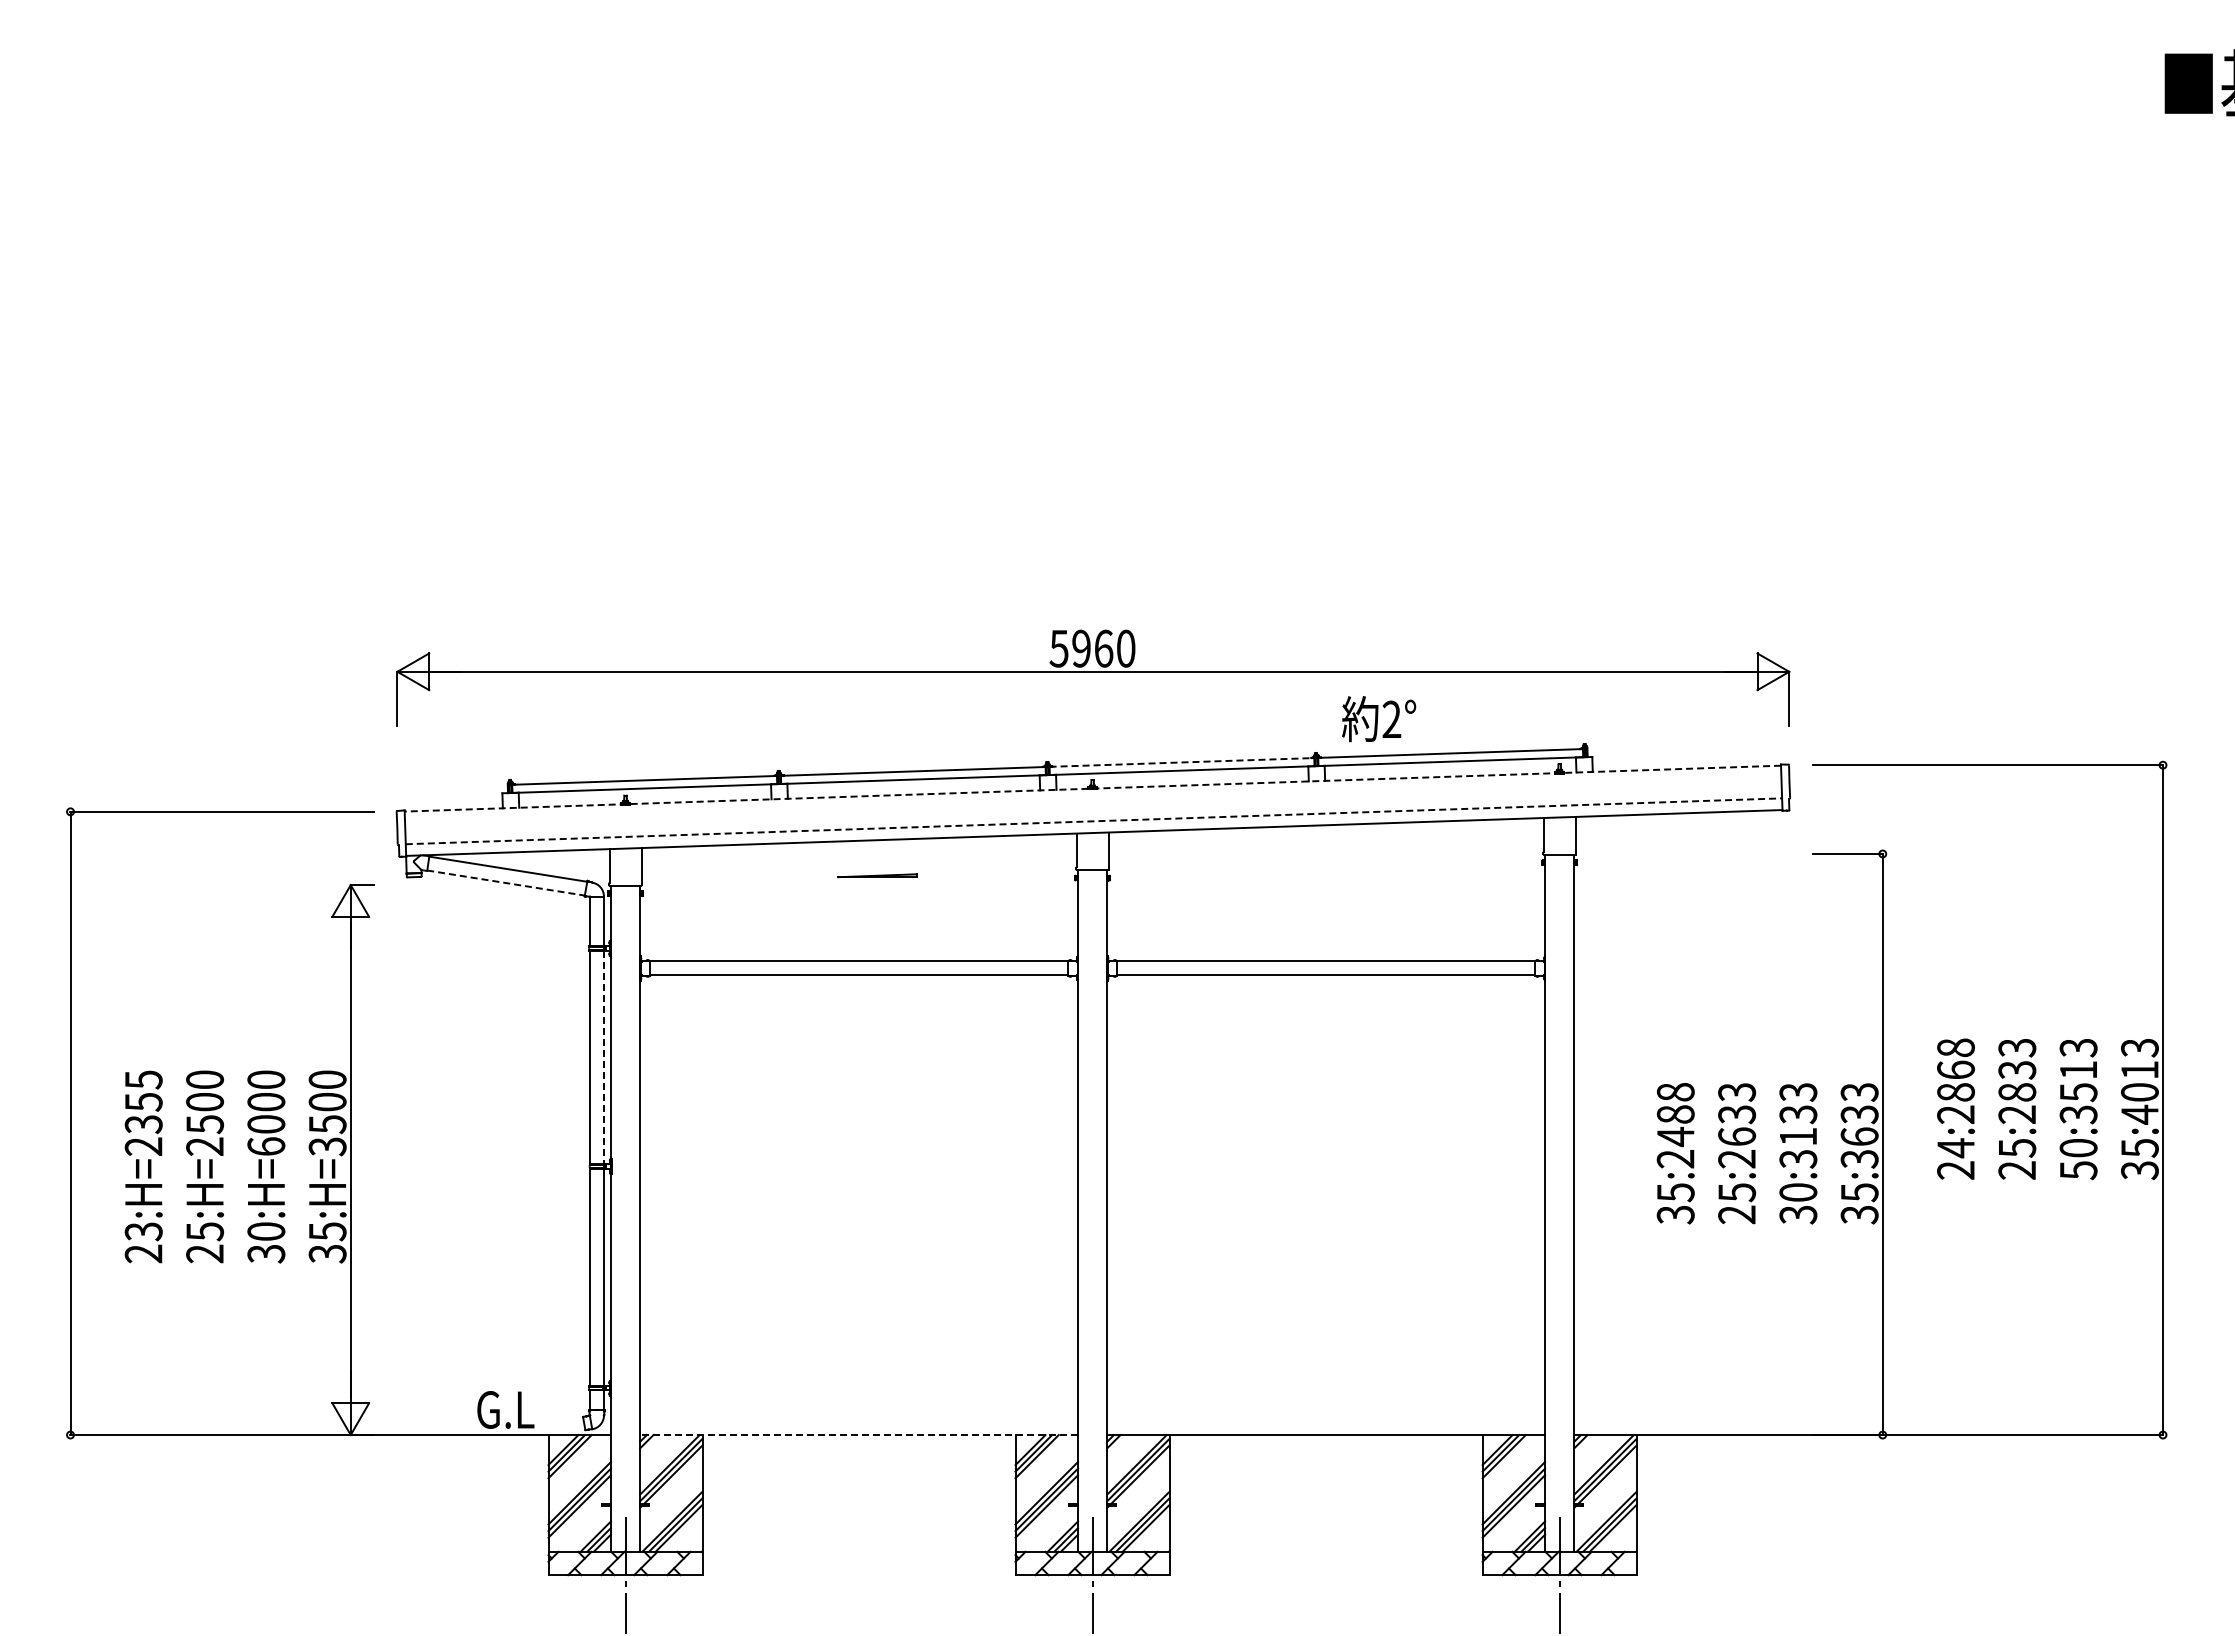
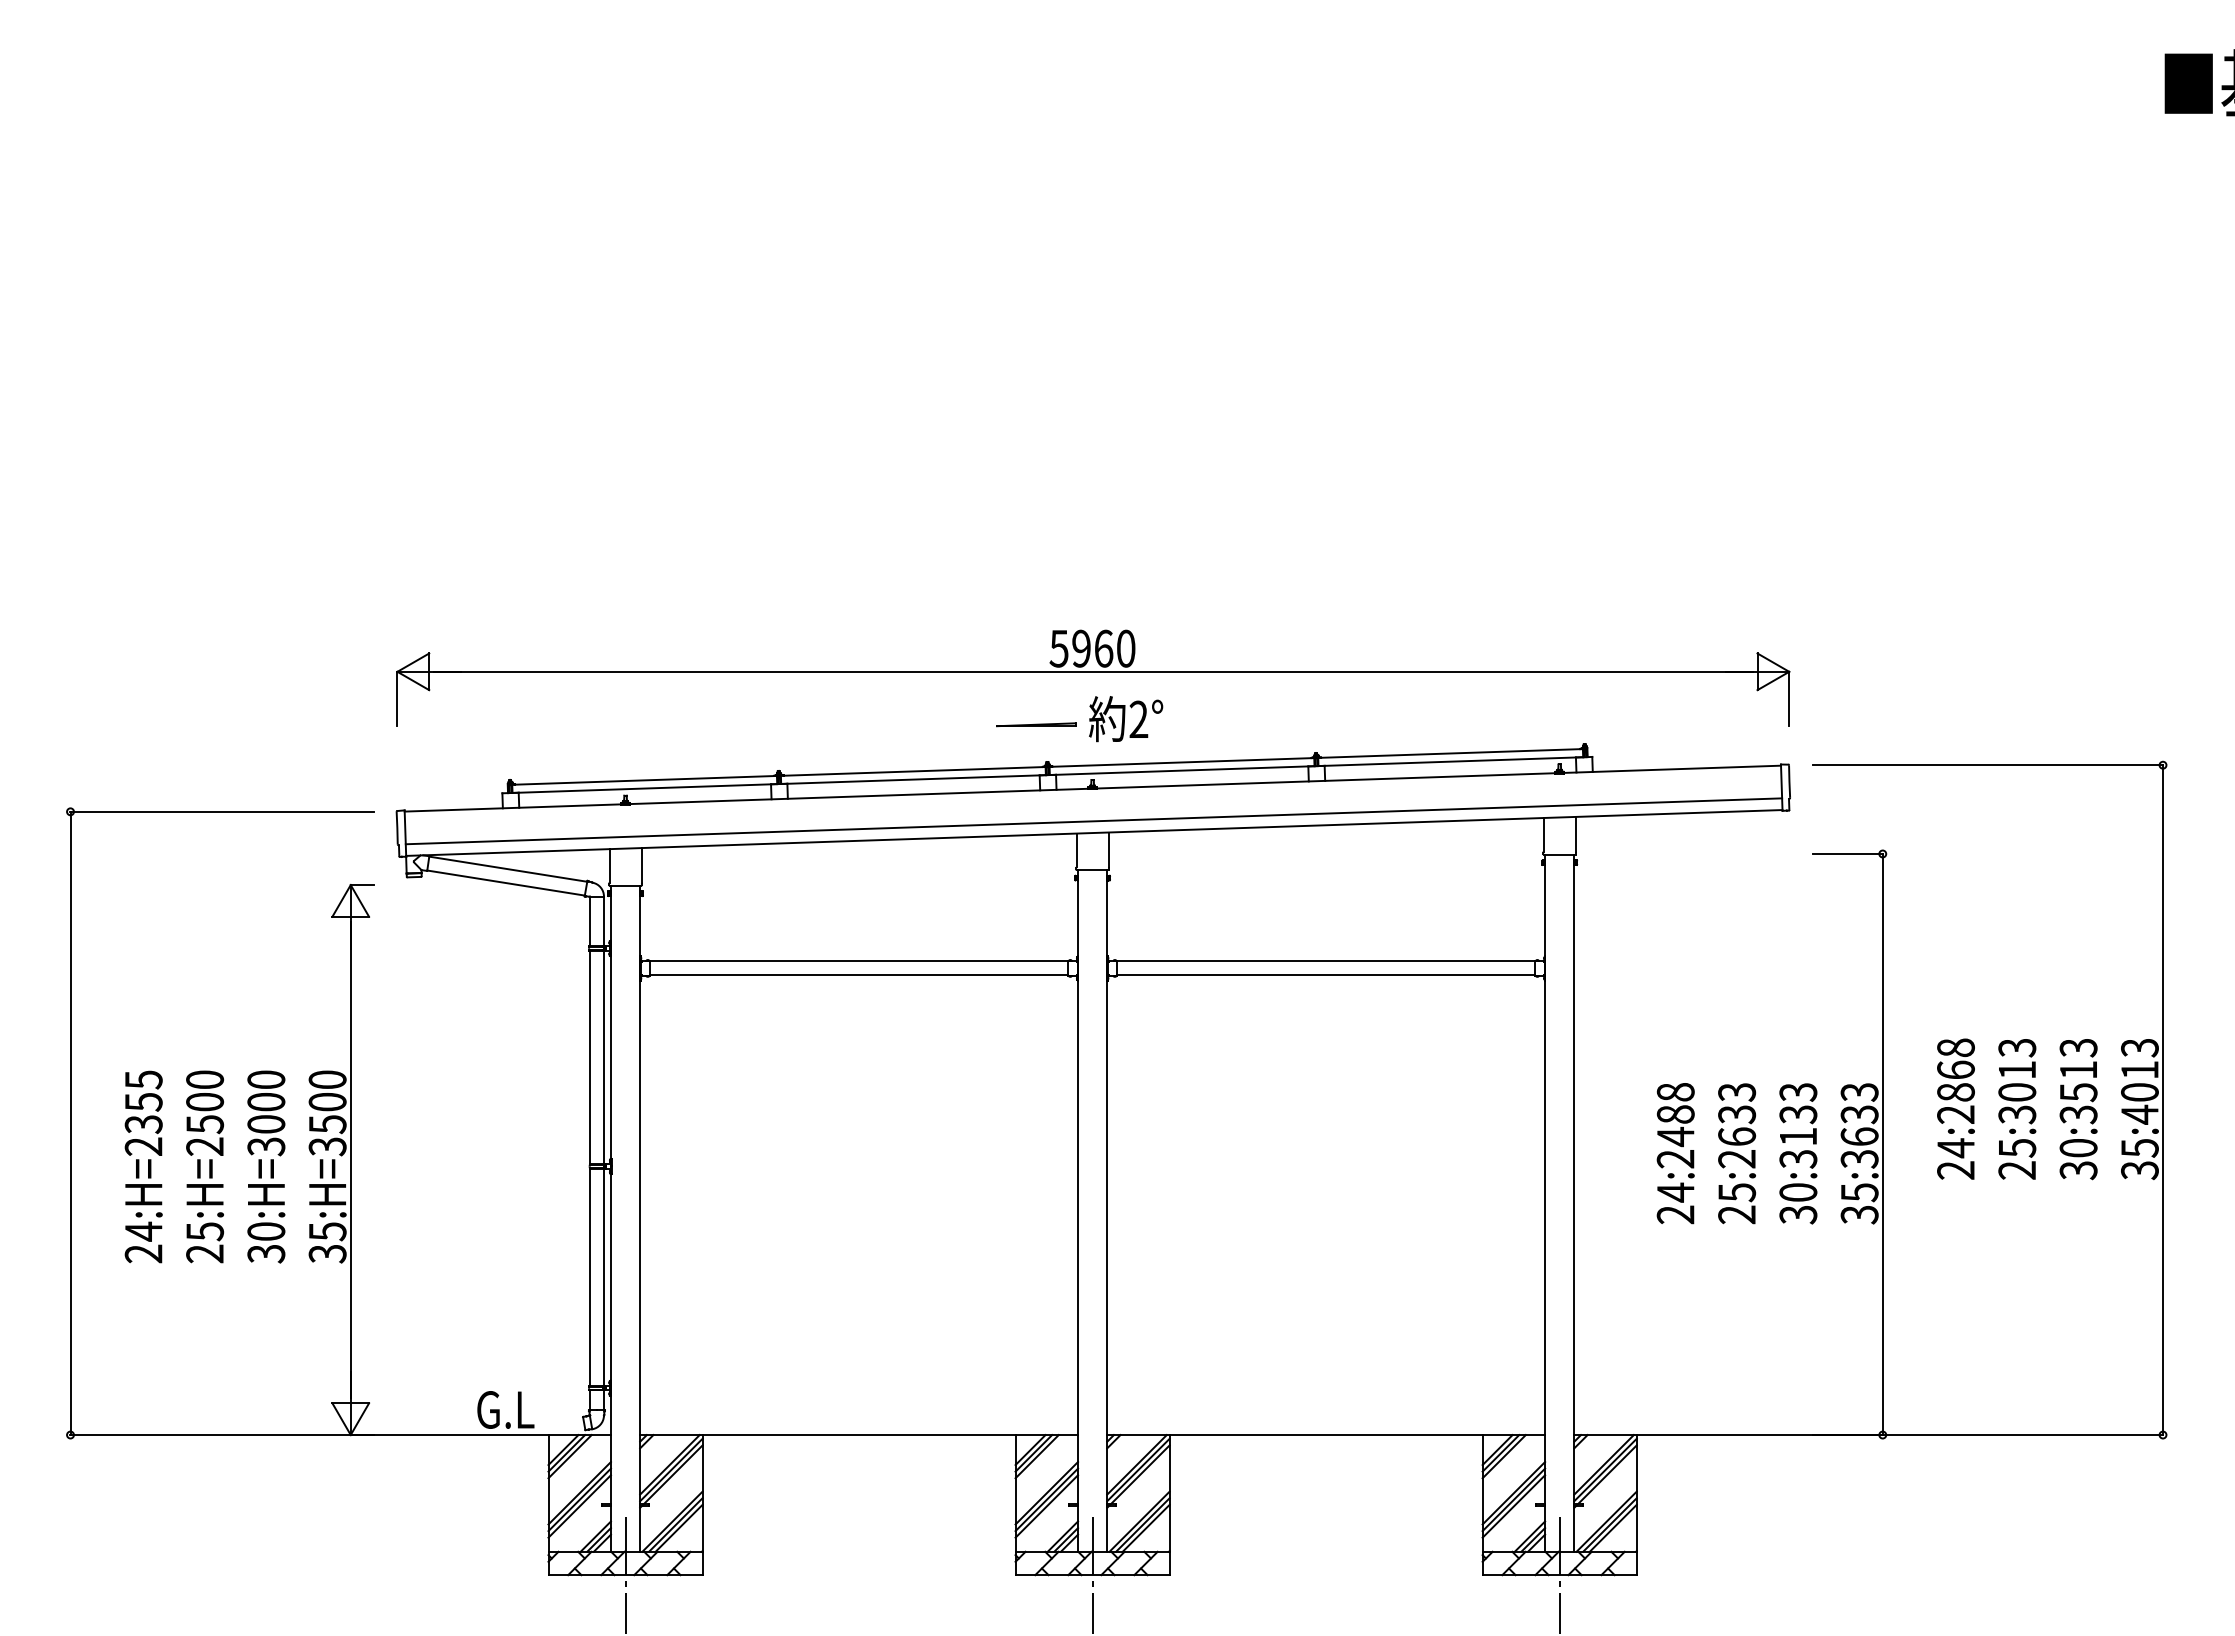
text at (1379, 719) position: (1379, 719) -> (1126, 719)
line at (1182, 762): dashed -> solid
line at (1092, 788): dashed -> solid
line at (1093, 821): dashed -> solid
line at (877, 875) position: (877, 875) -> (1036, 724)
line at (506, 883): dashed -> solid
line at (603, 1057): dashed -> solid
text at (2017, 1092): 25:2833 -> 25:3013
text at (266, 1146): 30:H=6000 -> 30:H=3000
text at (2078, 1170): 50:3513 -> 30:3513
text at (1675, 1203): 35:2488 -> 24:2488
text at (143, 1231): 23:H=2355 -> 24:H=2355
line at (859, 1435): dashed -> solid
